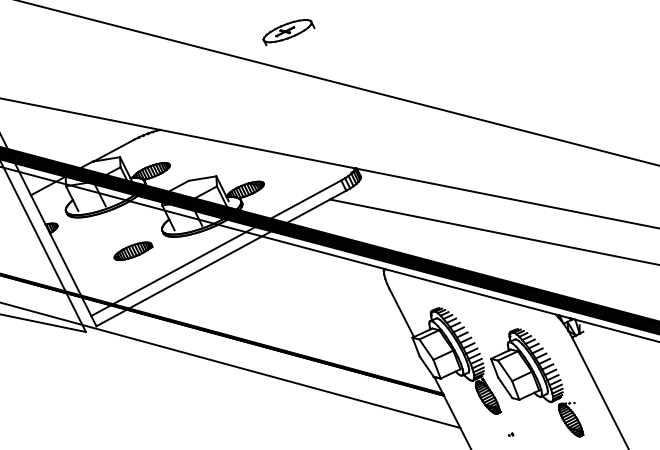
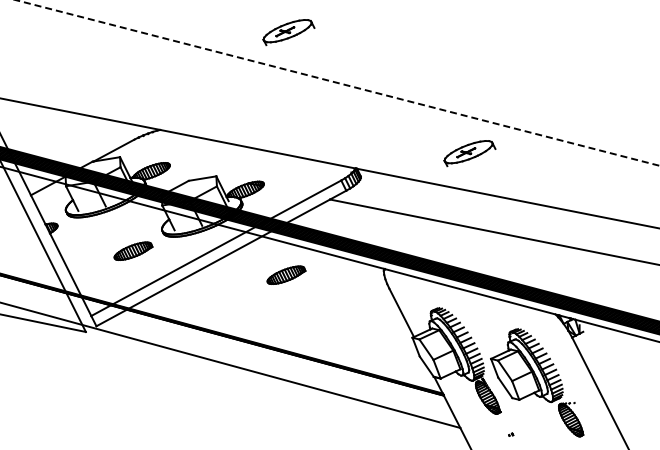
line at (338, 83): solid -> dashed
part at (469, 153): none -> present
part at (286, 274): none -> present
